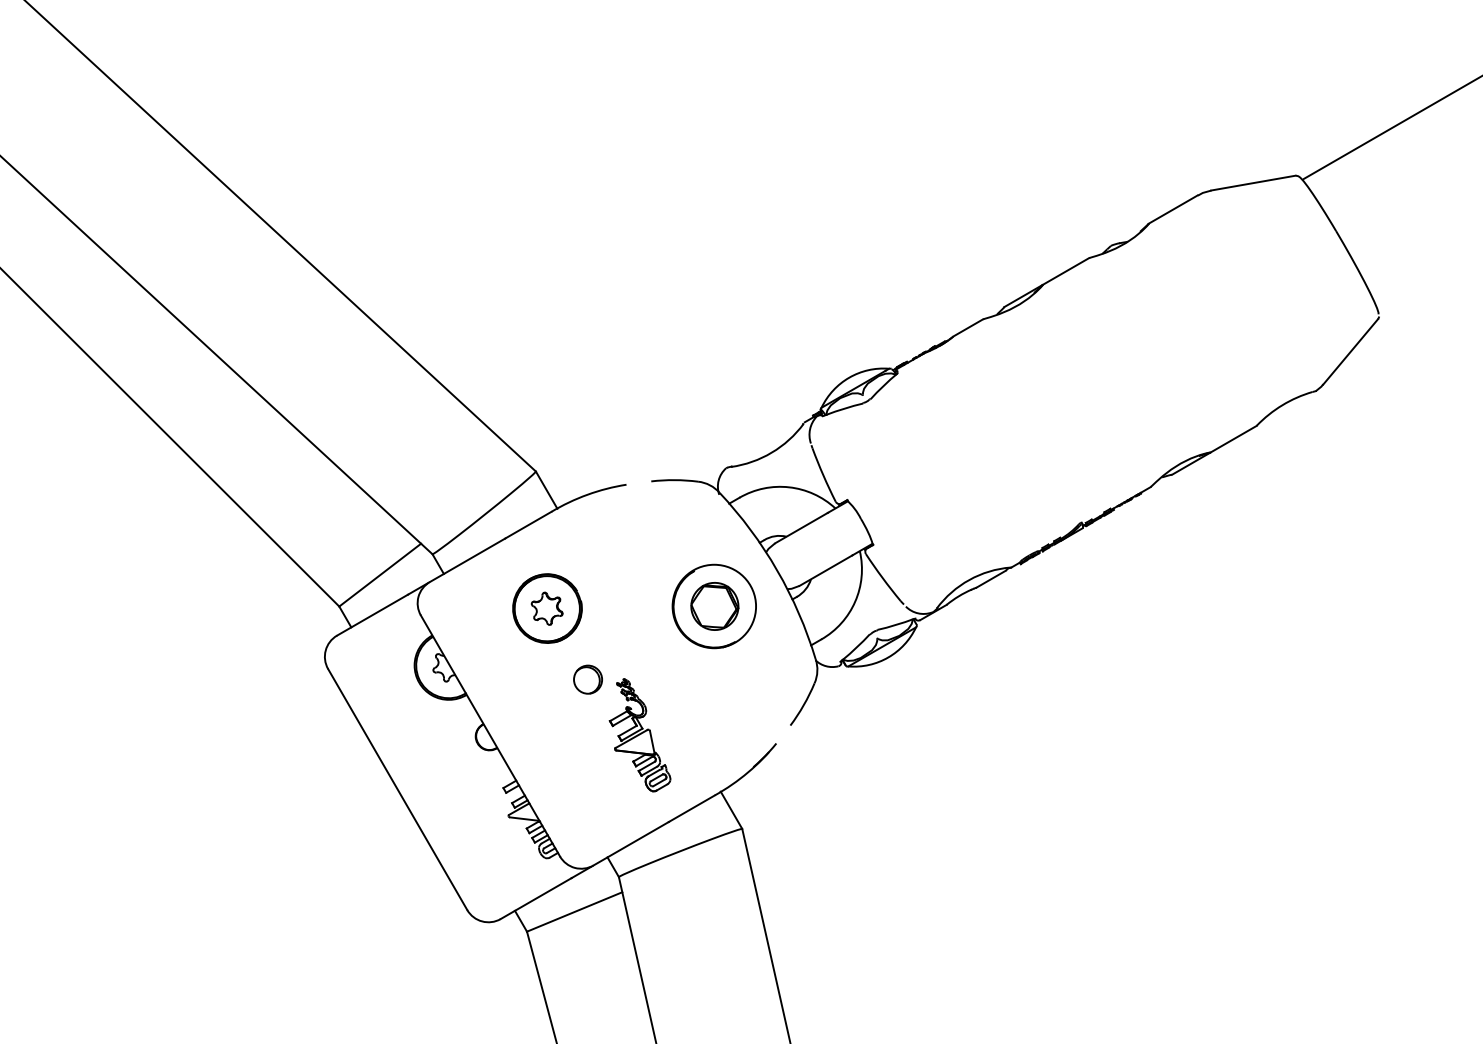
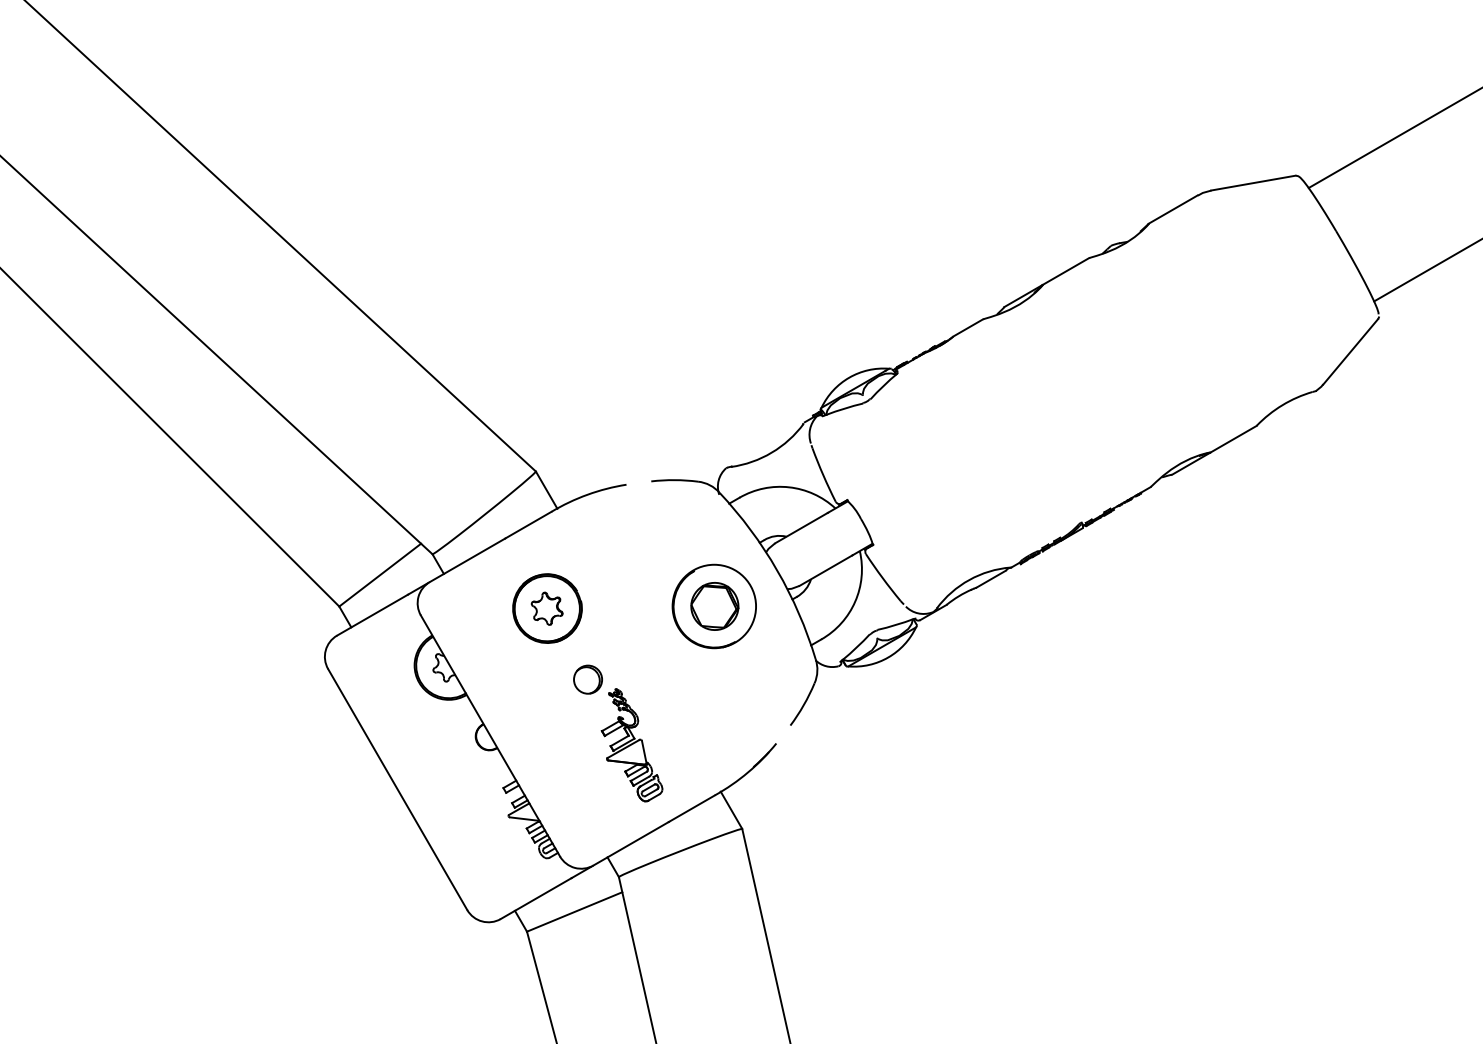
line at (1391, 128) position: (1391, 128) -> (1393, 138)
line at (1426, 270): none -> present
part at (639, 735) position: (639, 735) -> (631, 745)
